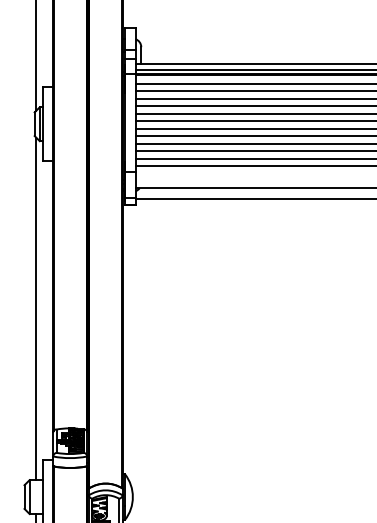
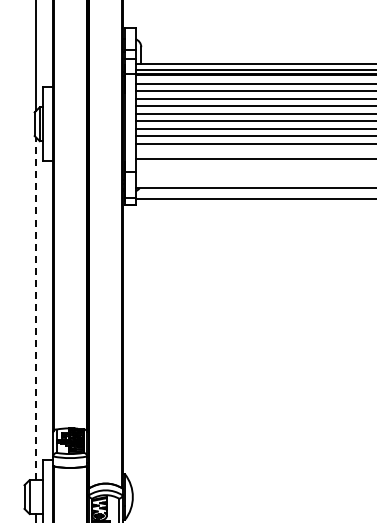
line at (254, 150): present -> none
line at (254, 165): present -> none
line at (36, 308): solid -> dashed
